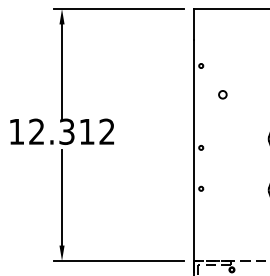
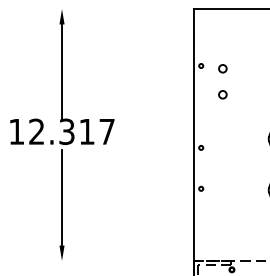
line at (118, 9): present -> none
circle at (222, 68): none -> present
text at (106, 131): 12.312 -> 12.317
line at (118, 260): present -> none
